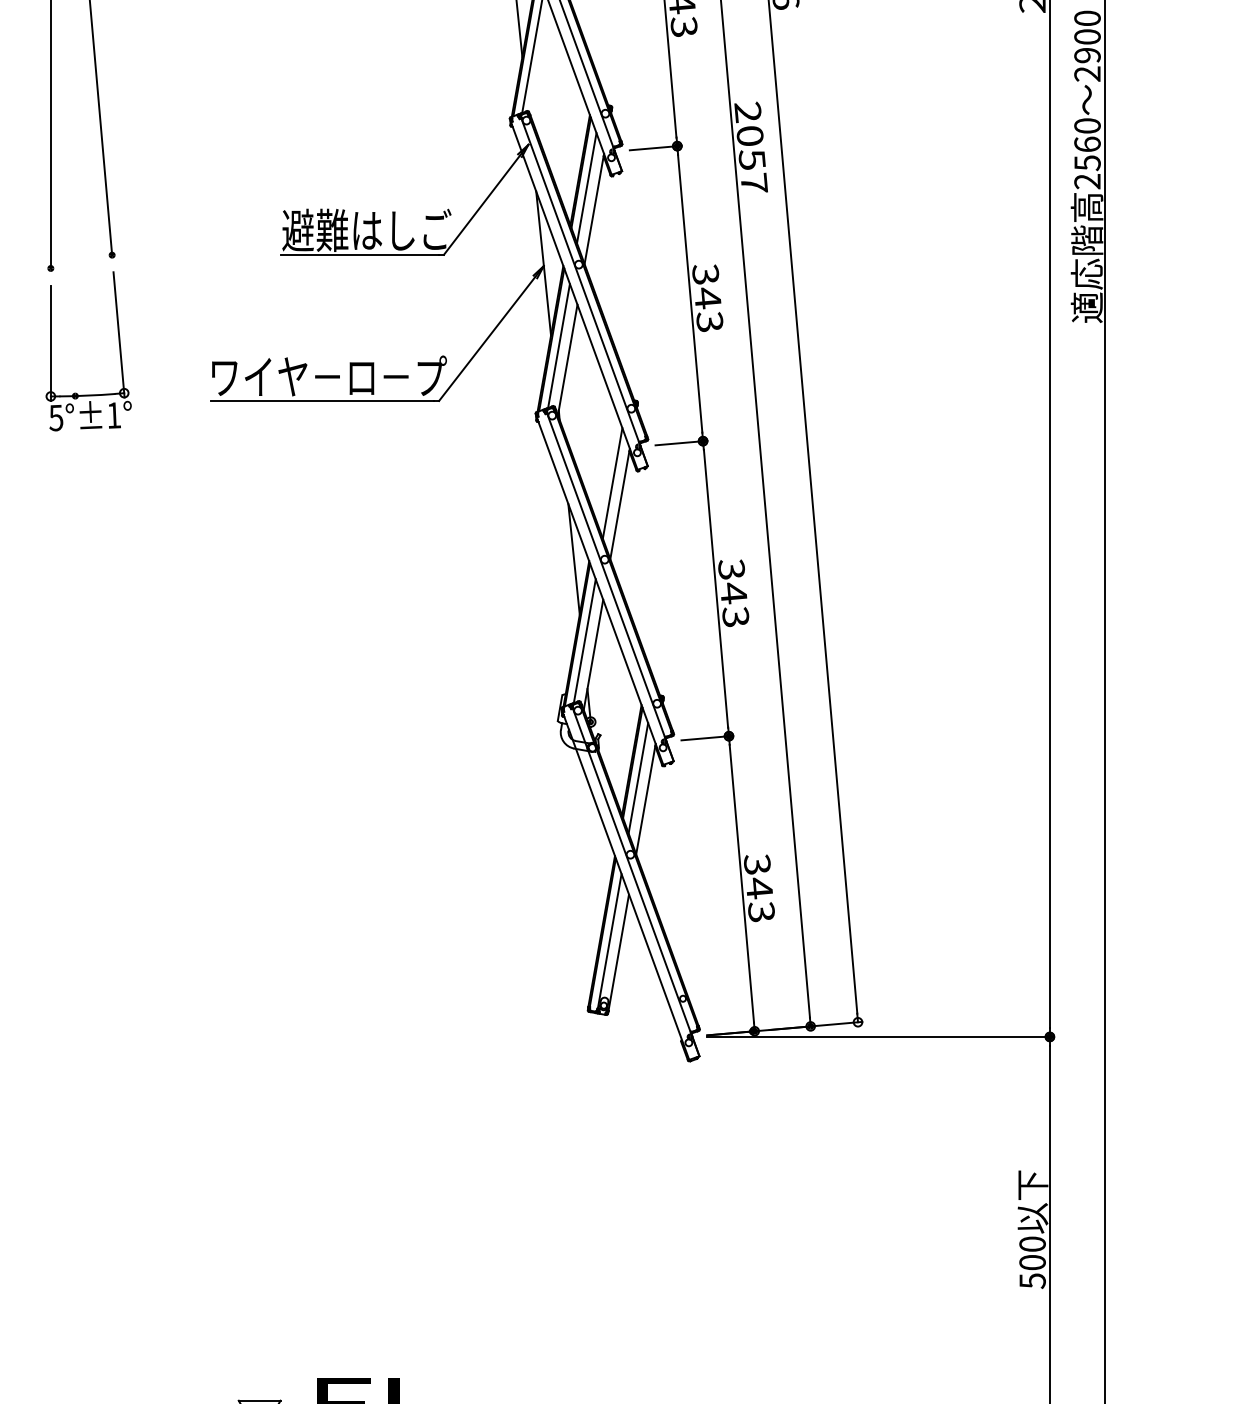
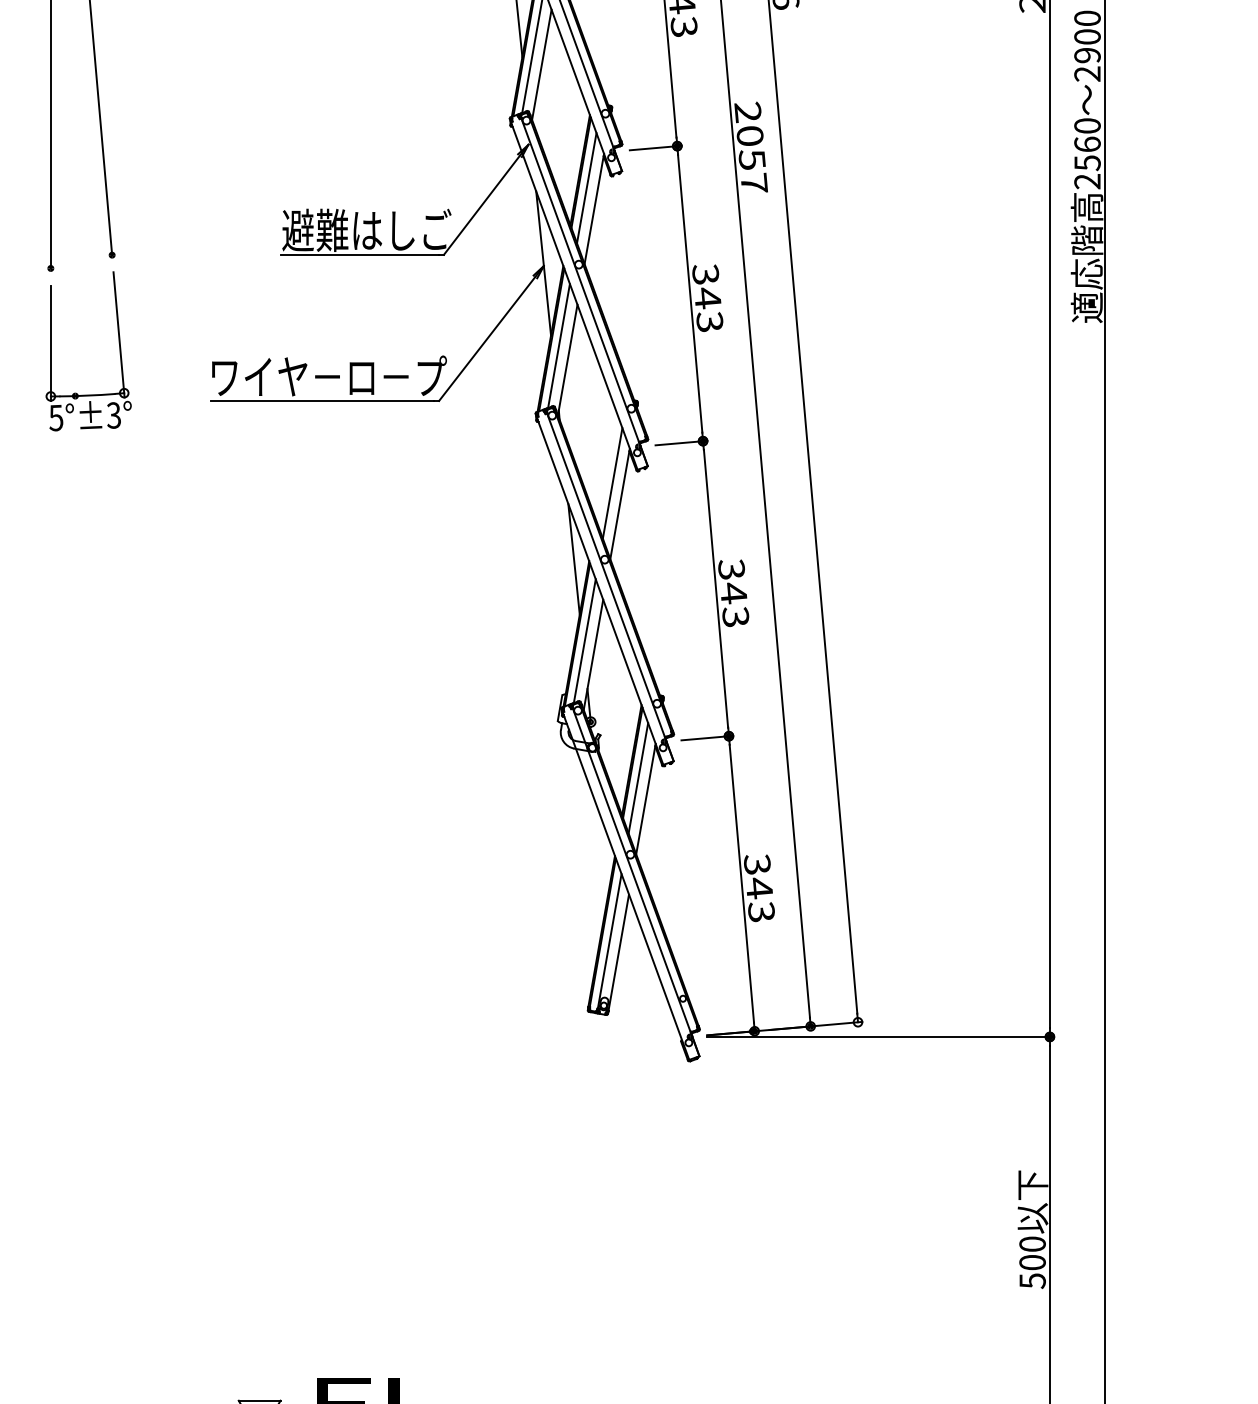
line at (541, 64): none -> present
text at (113, 415): 5°±1° -> 5°±3°
